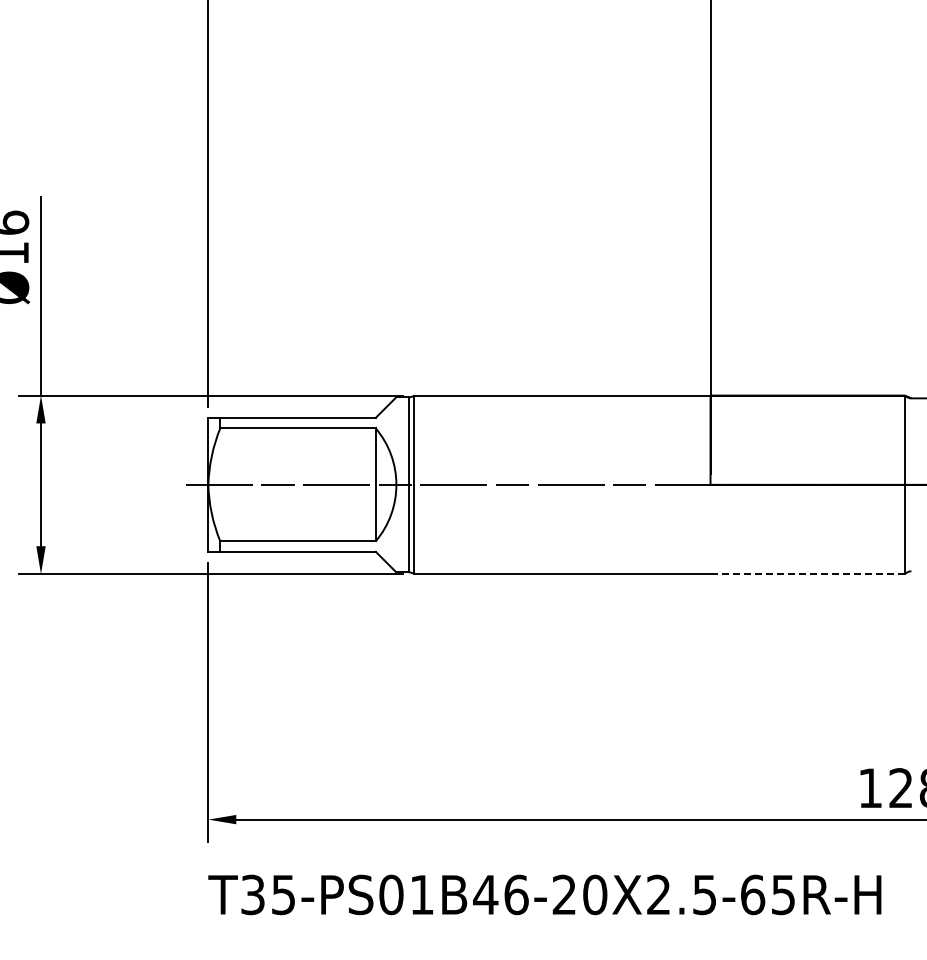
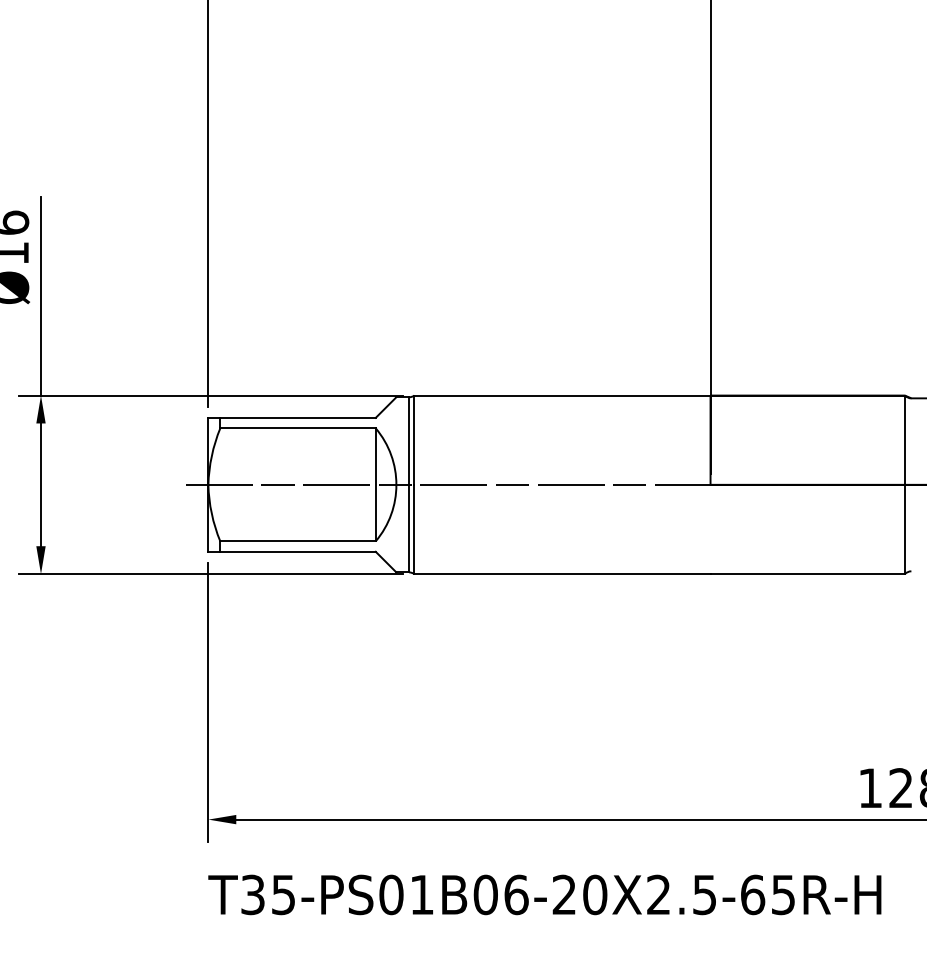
line at (808, 574): dashed -> solid
text at (485, 894): T35-PS01B46-20X2.5-65R-H -> T35-PS01B06-20X2.5-65R-H
